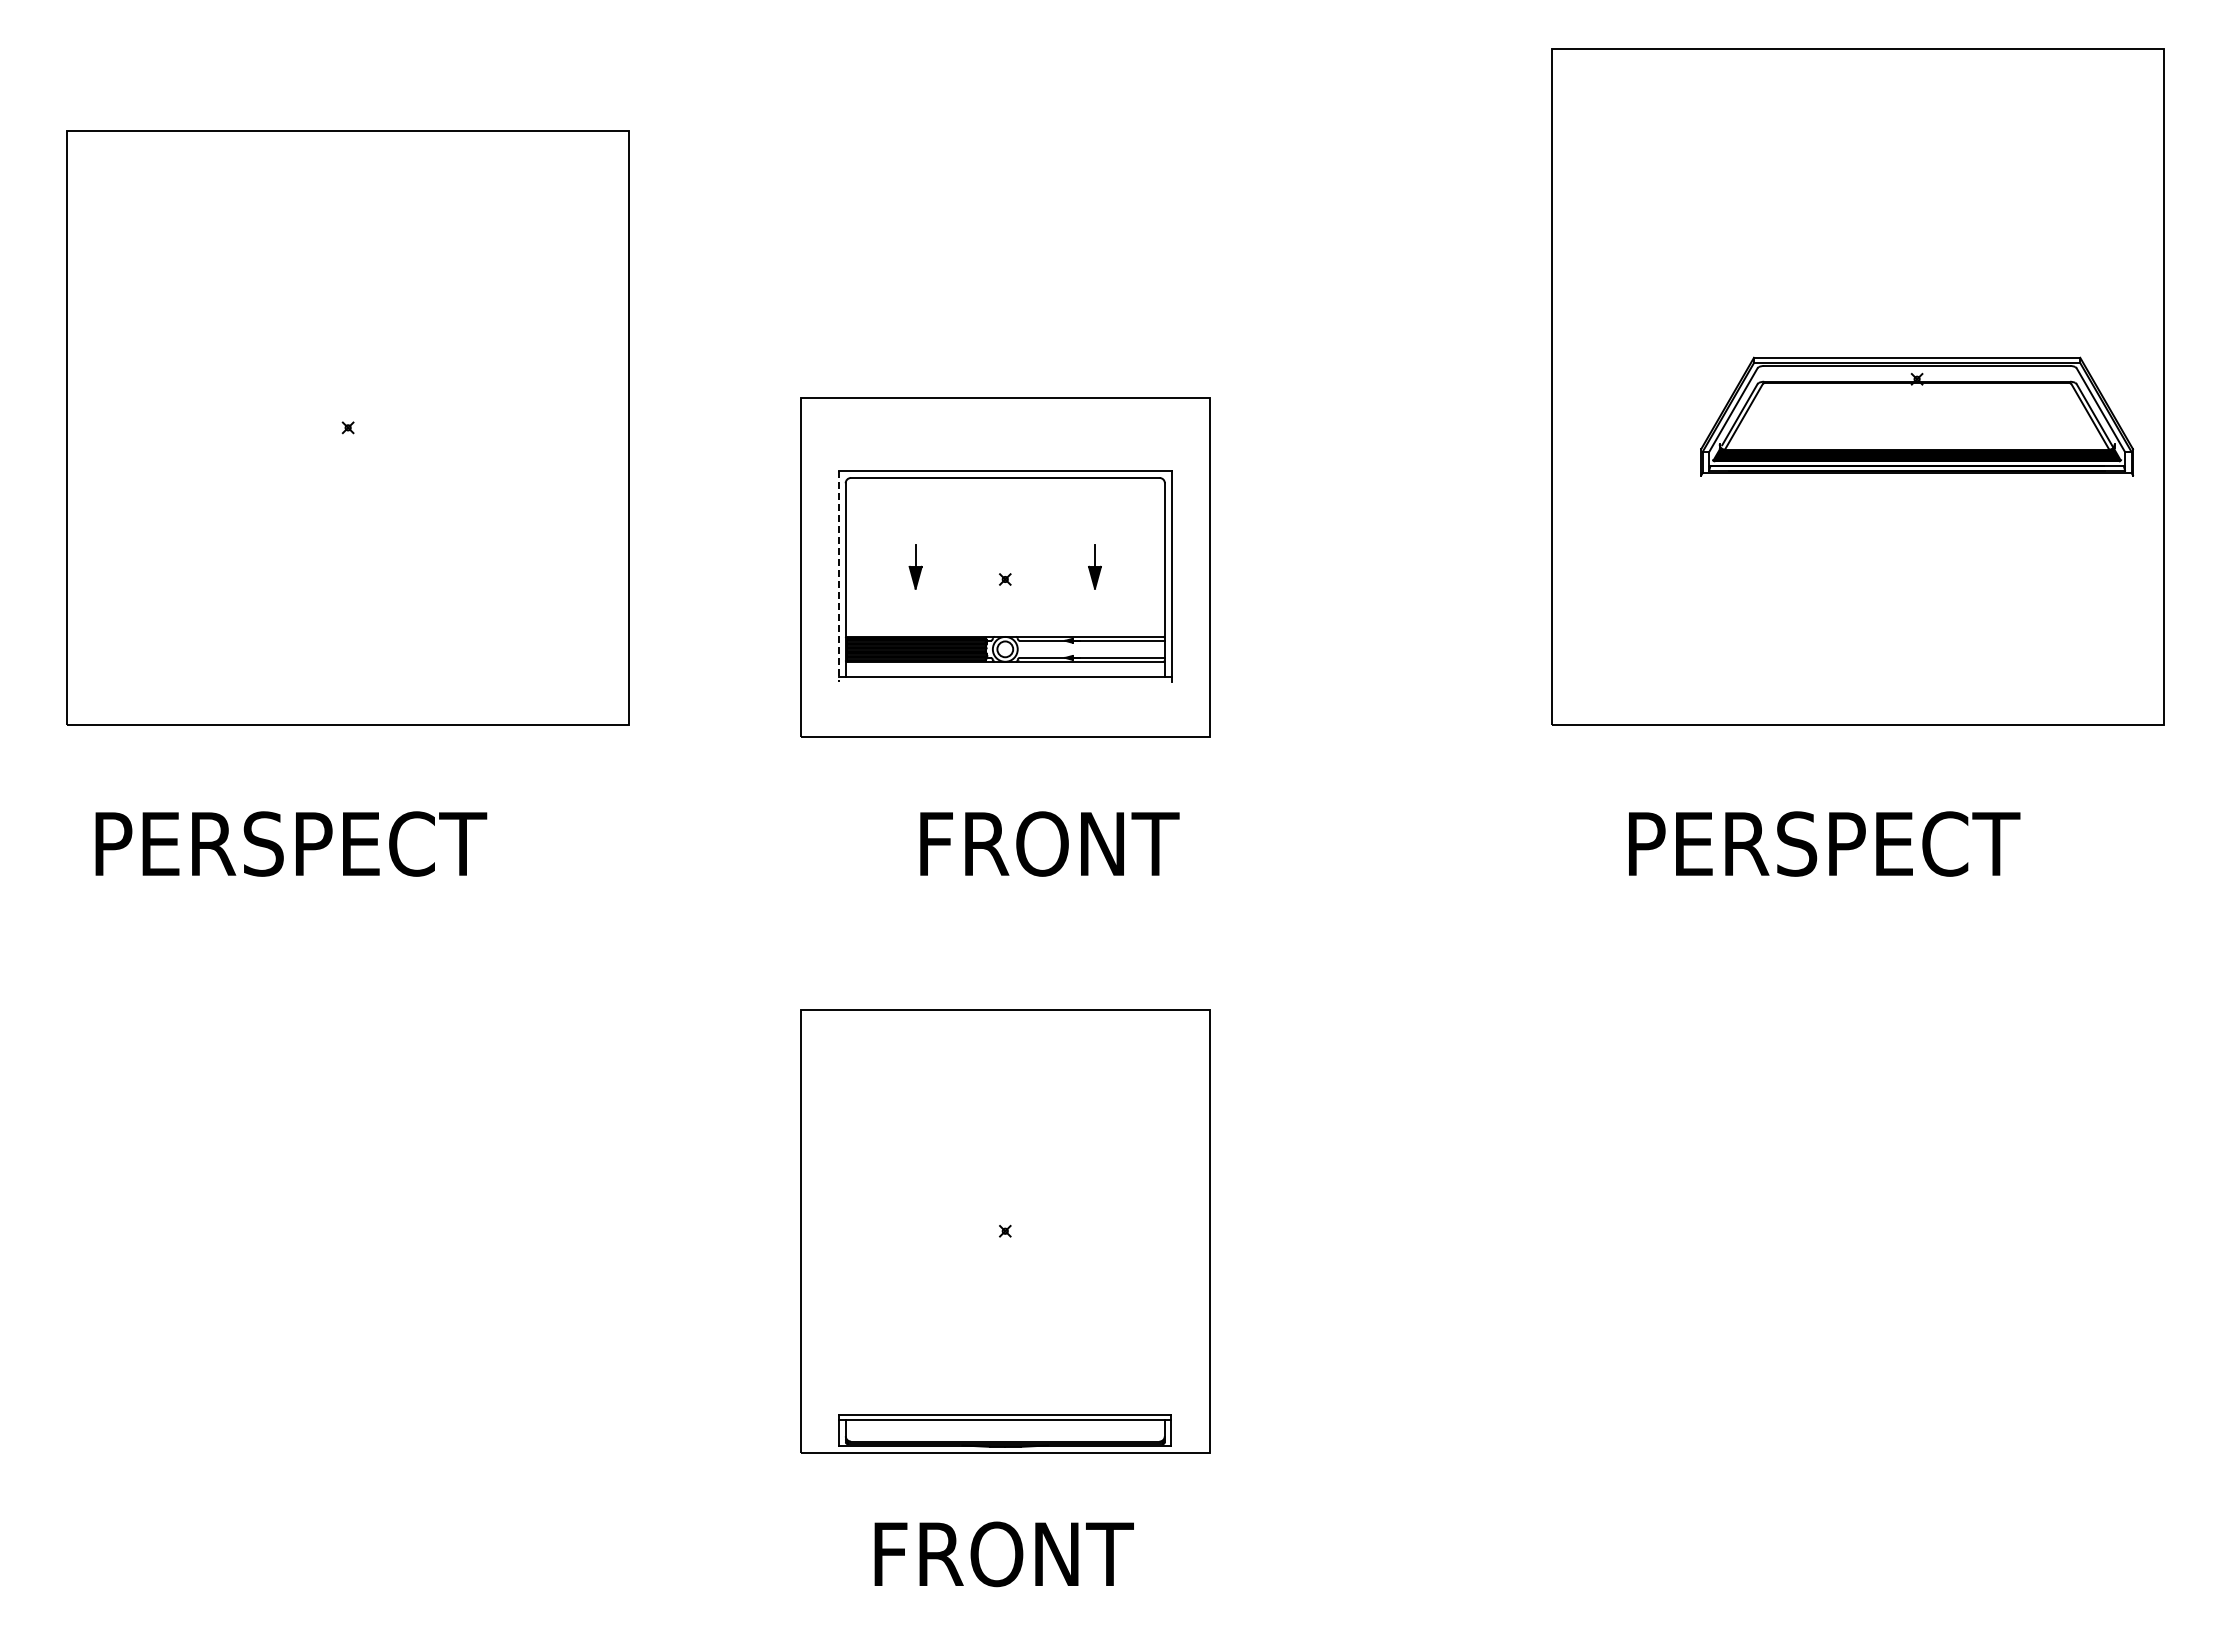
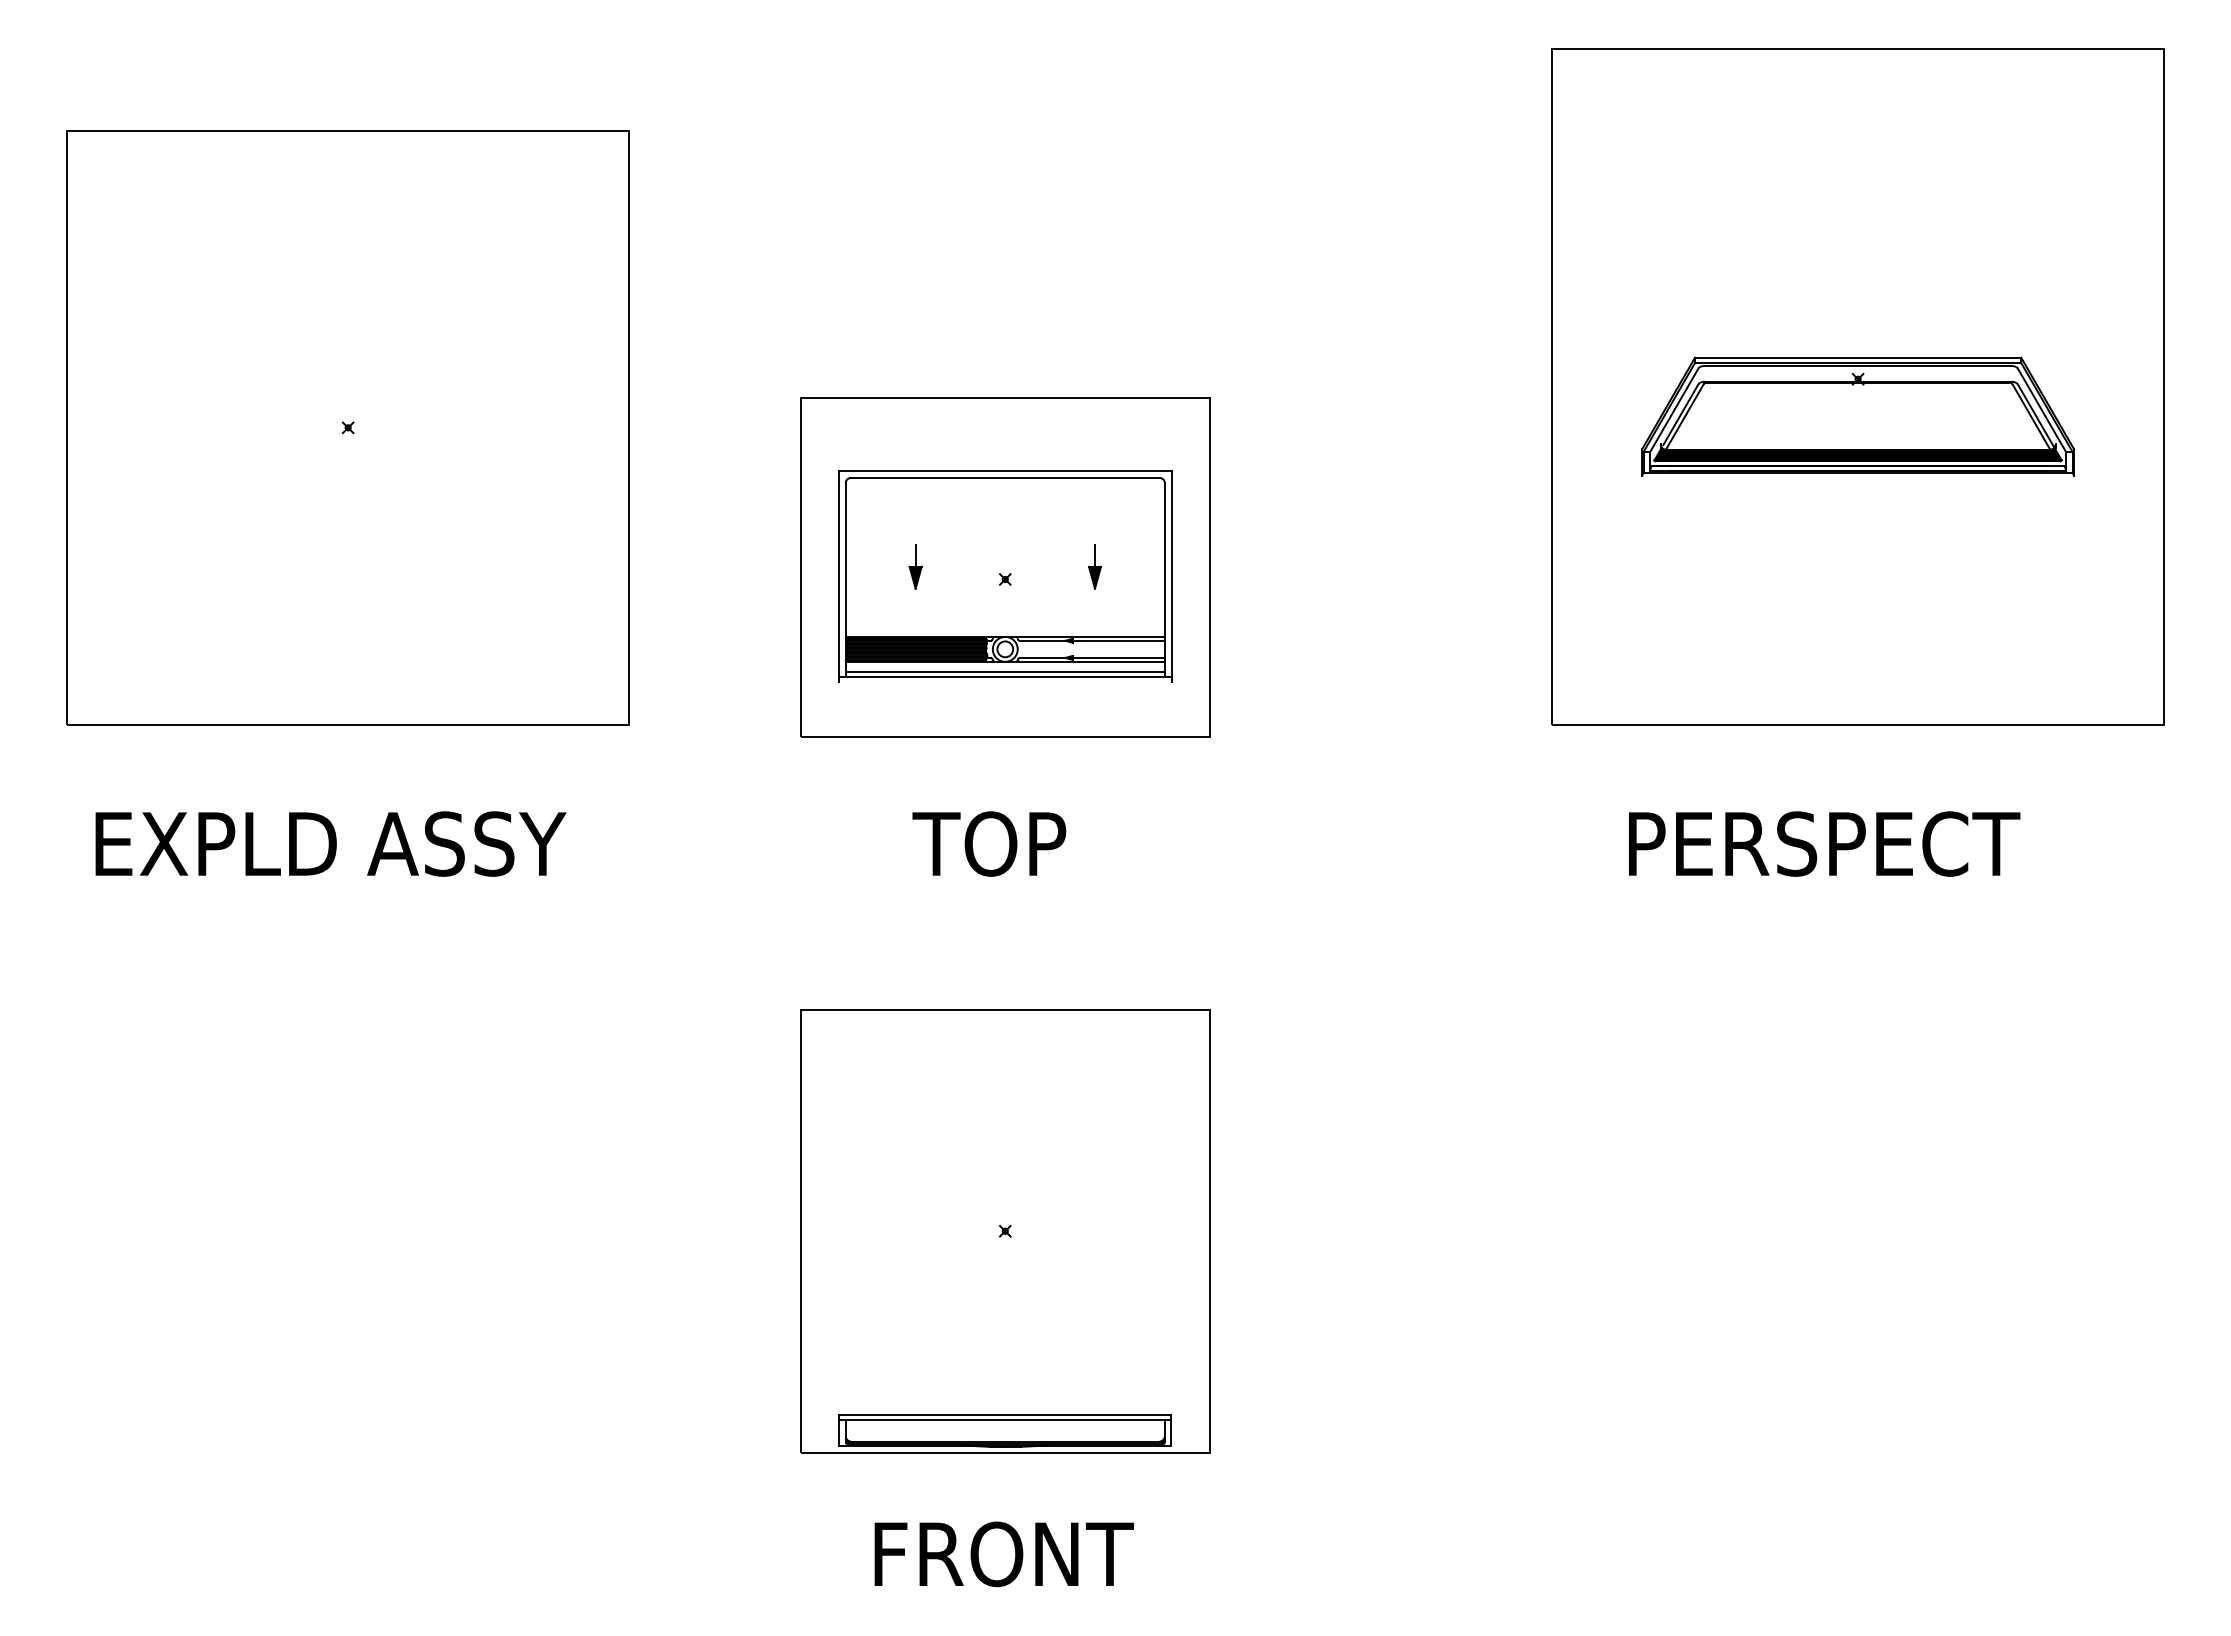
part at (1917, 416) position: (1917, 416) -> (1858, 416)
line at (839, 577): dashed -> solid
line at (1004, 671): none -> present
text at (334, 843): PERSPECT -> EXPLD ASSY
text at (1045, 843): FRONT -> TOP
